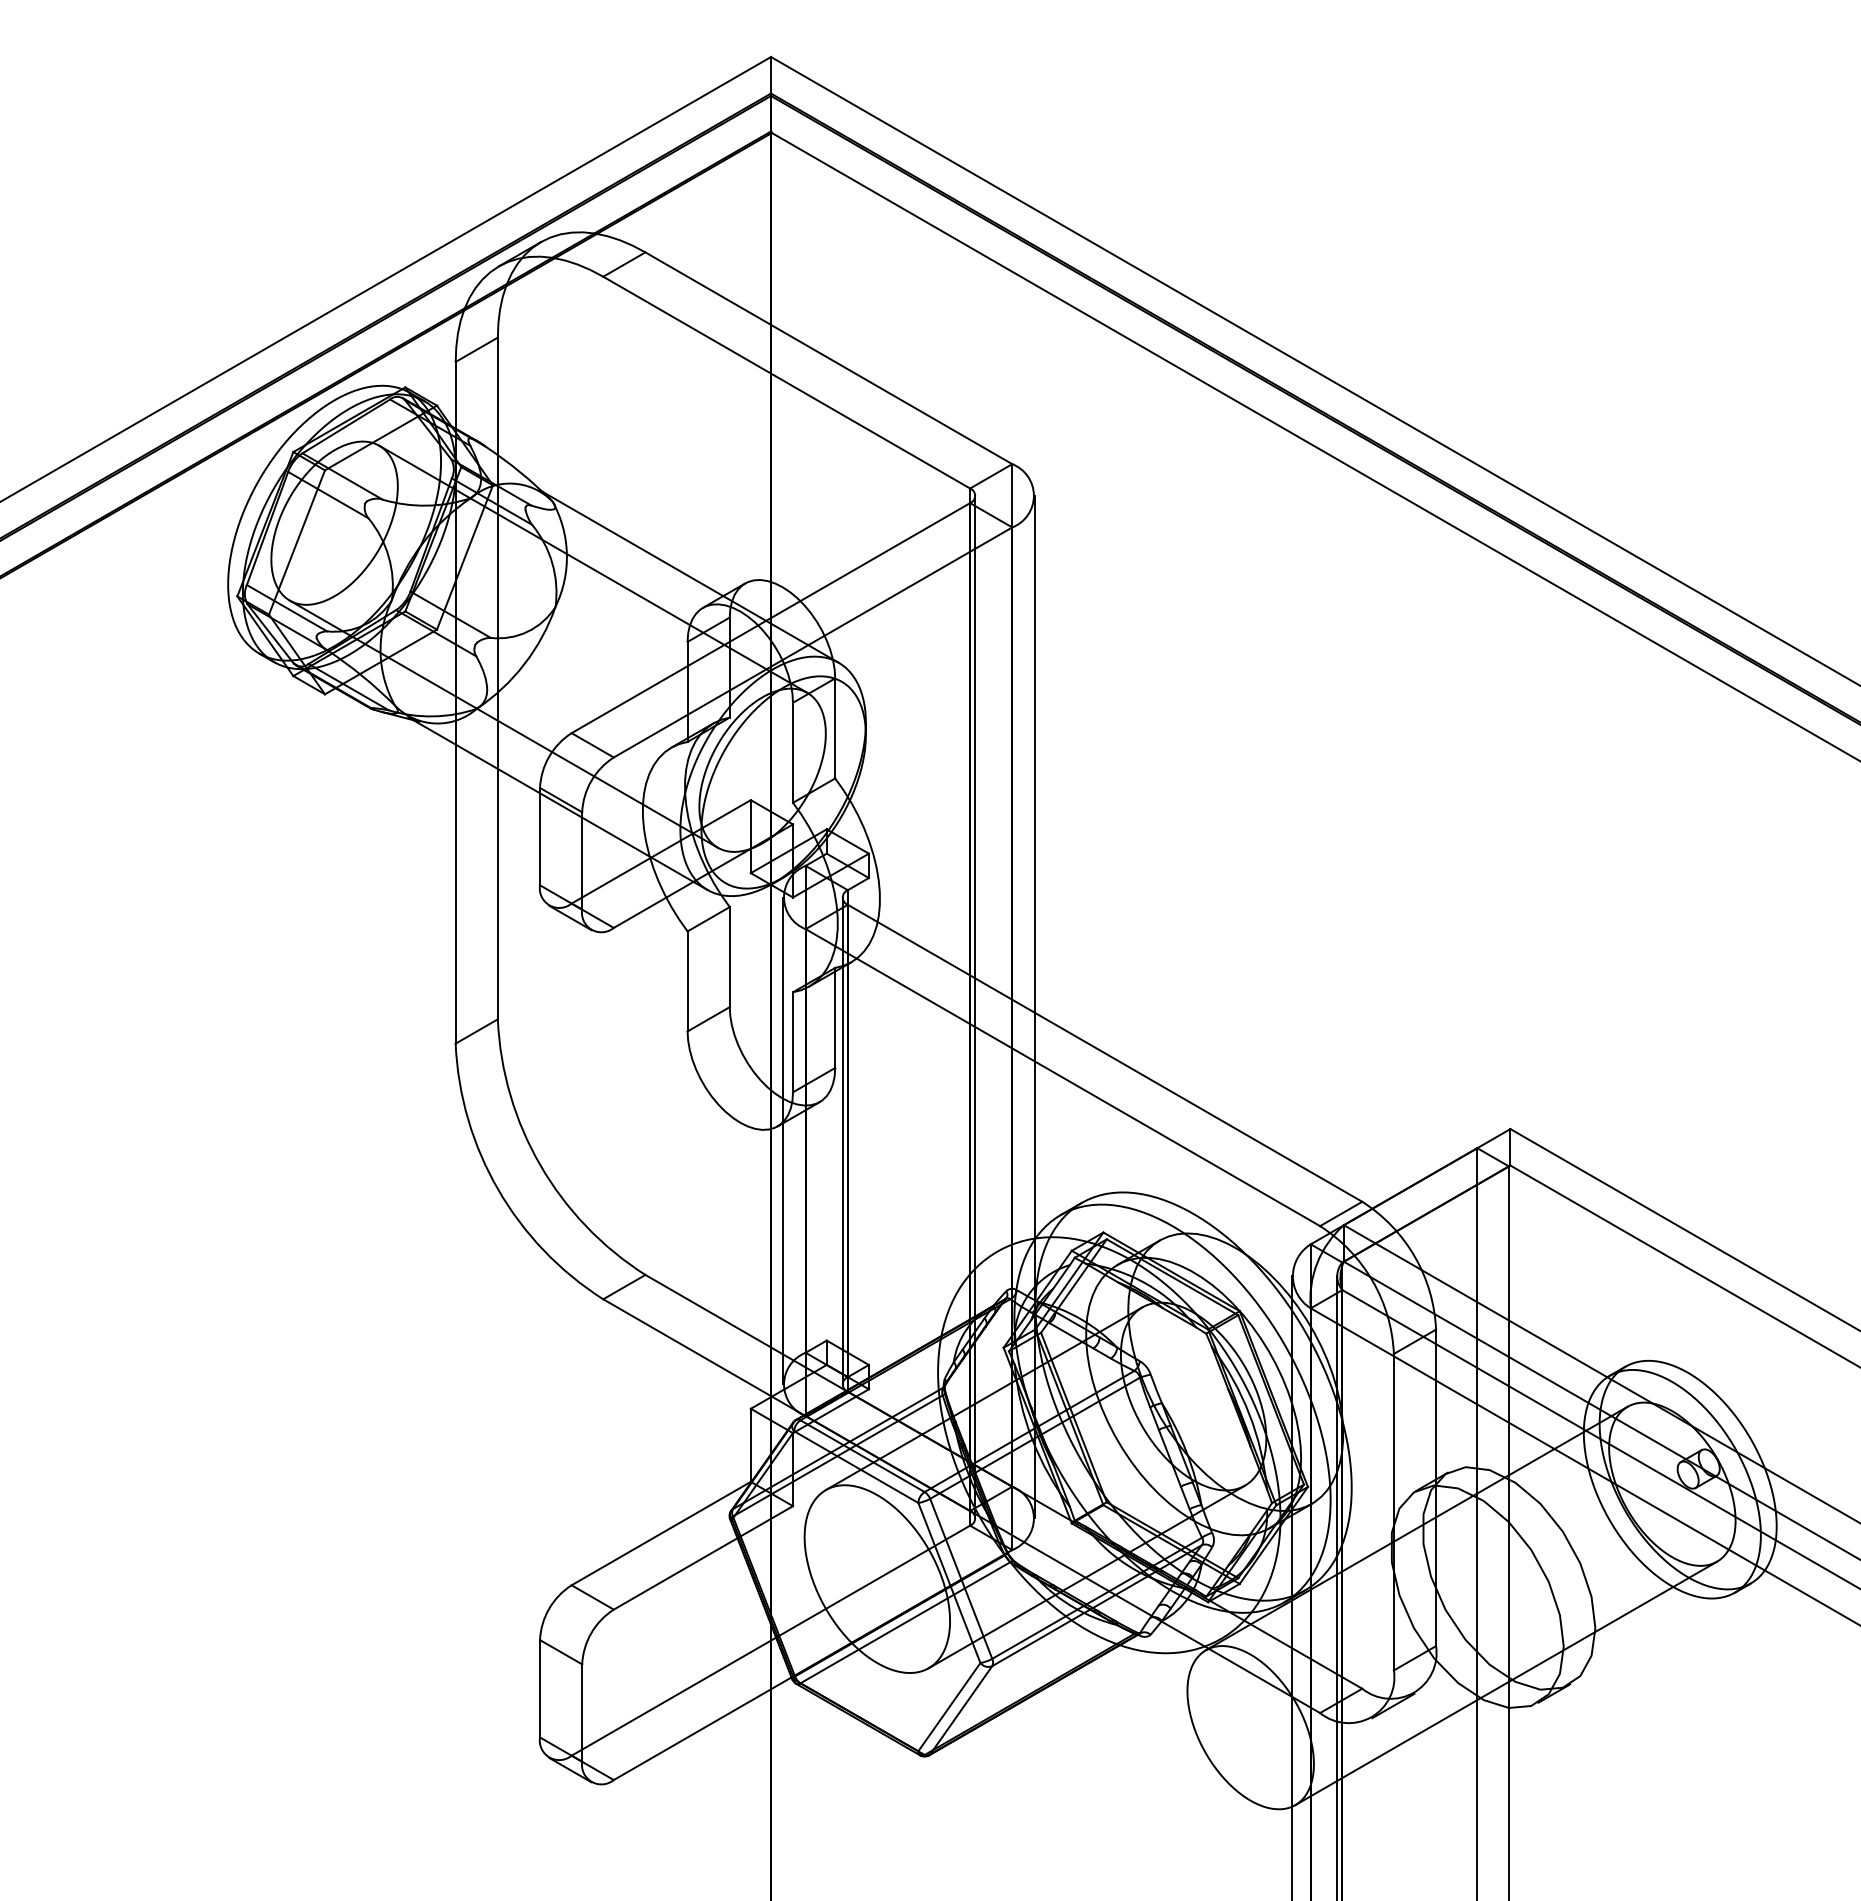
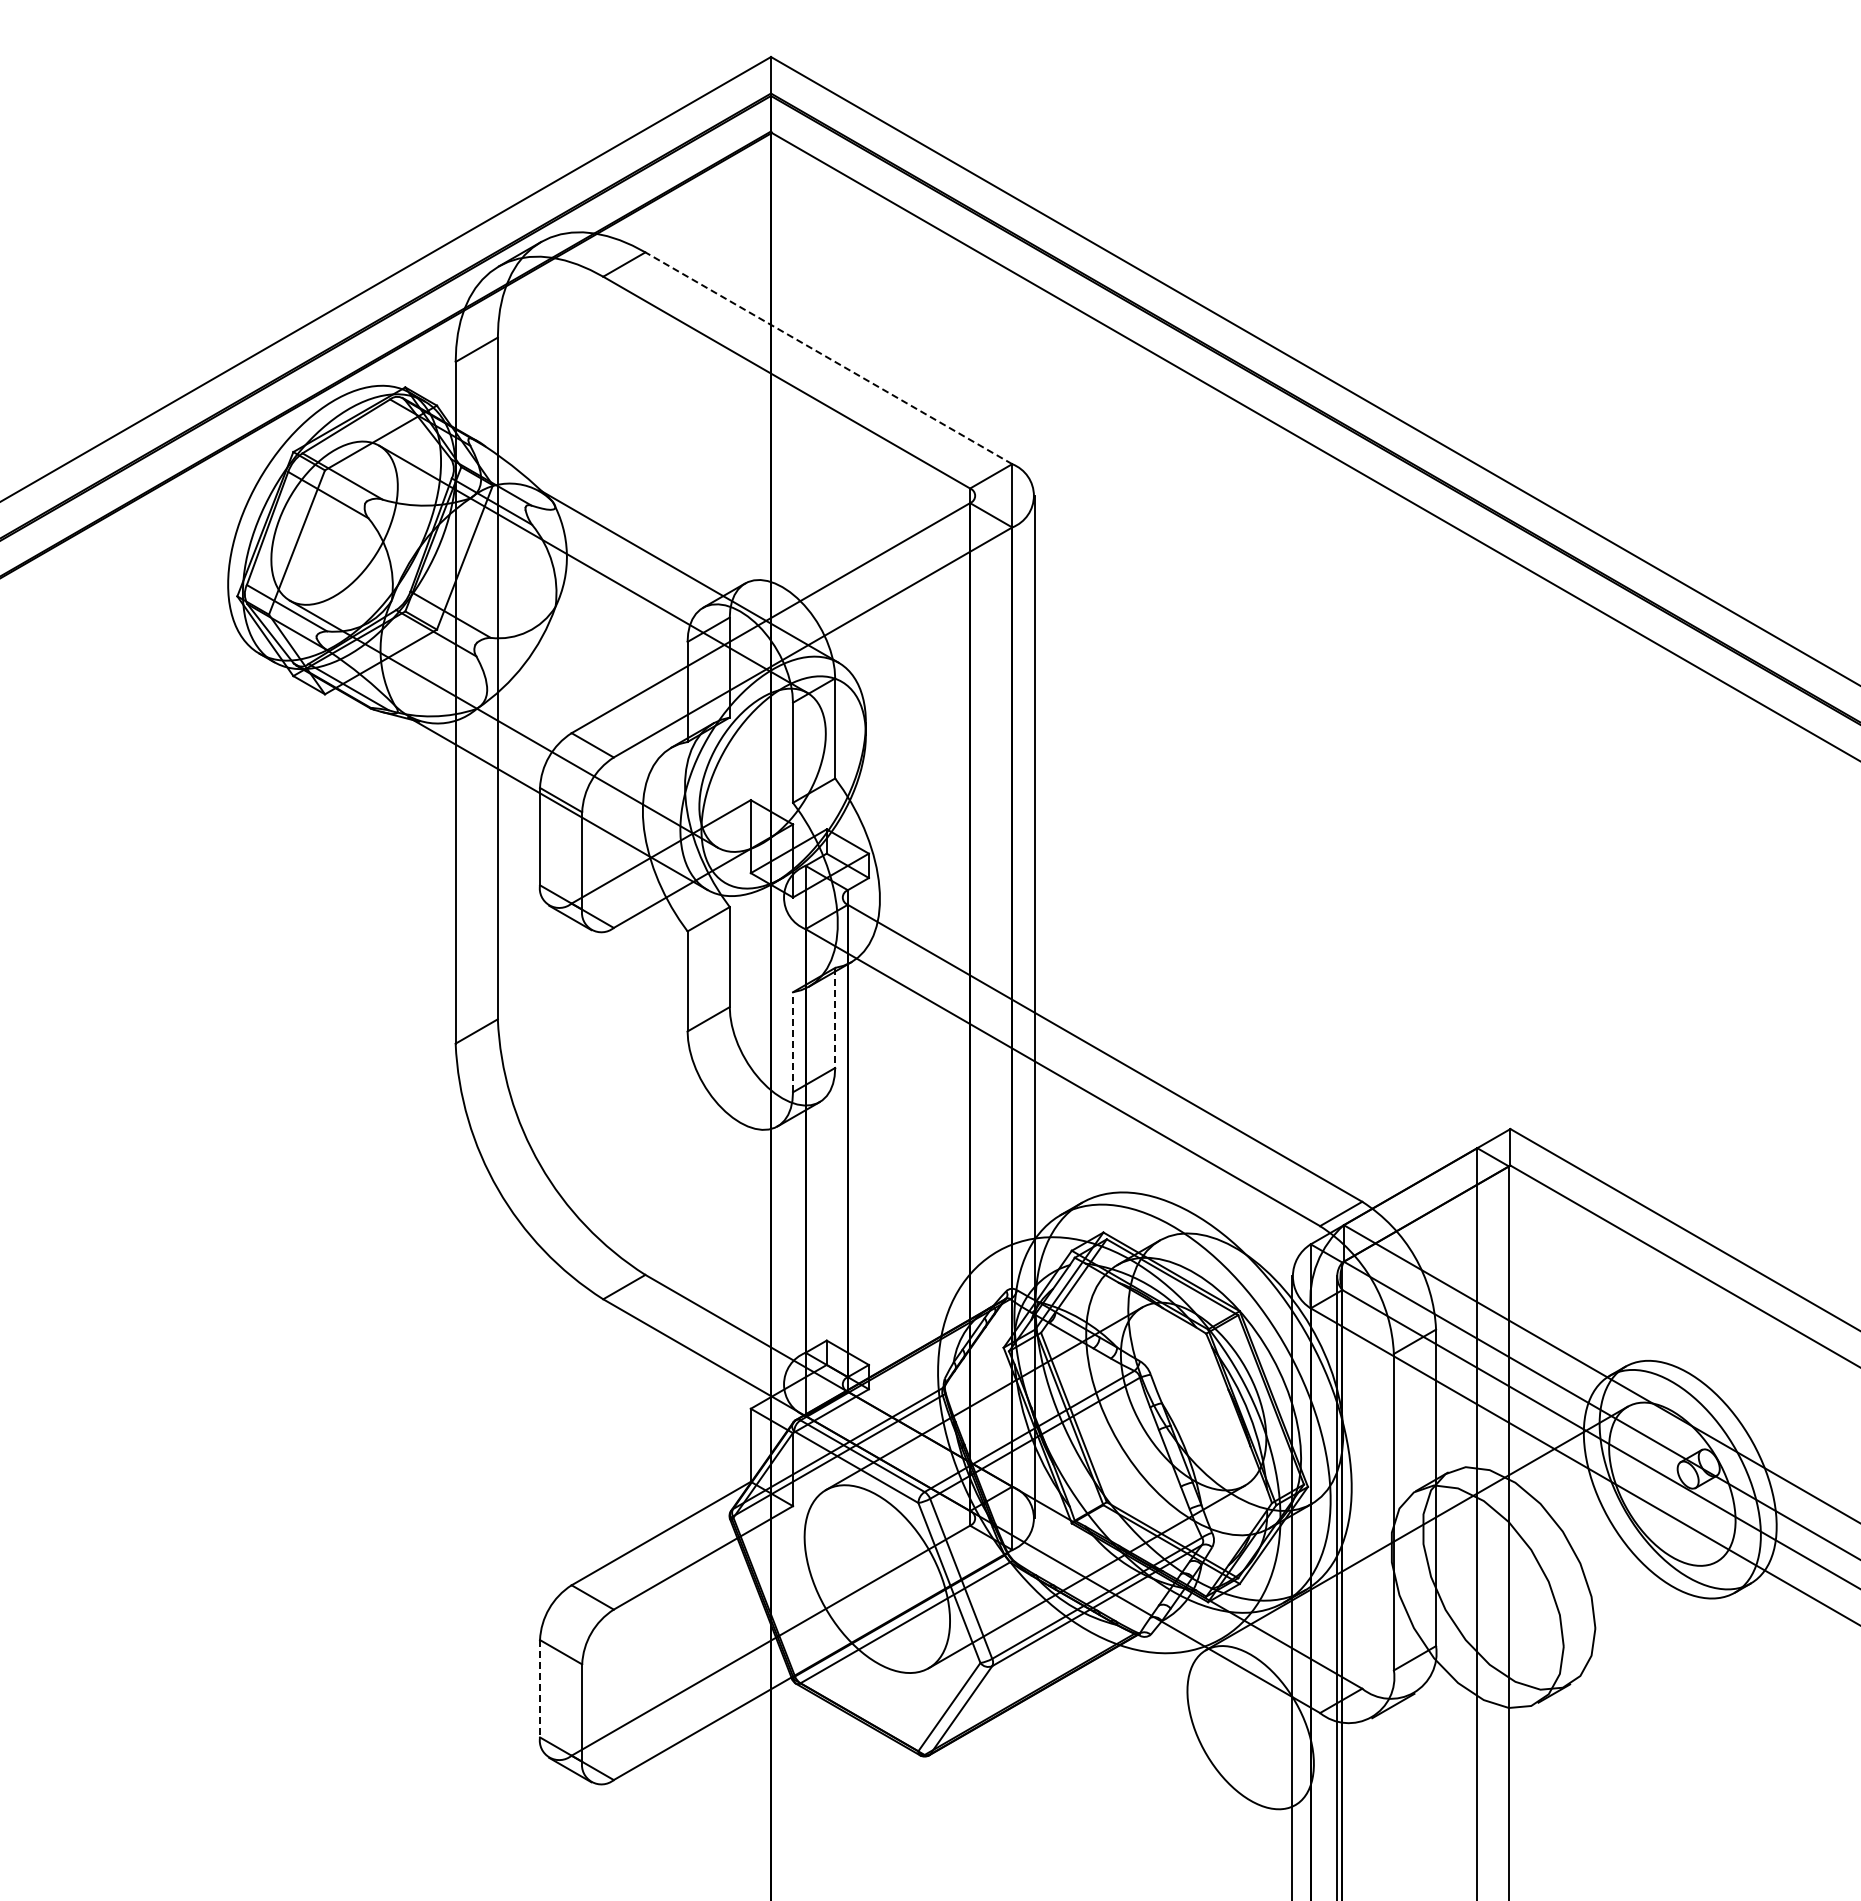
line at (828, 358): solid -> dashed
line at (975, 1006): present -> none
line at (835, 1018): solid -> dashed
line at (793, 1041): solid -> dashed
line at (782, 1140): present -> none
line at (842, 1140): present -> none
line at (1506, 1683): present -> none
line at (540, 1688): solid -> dashed
